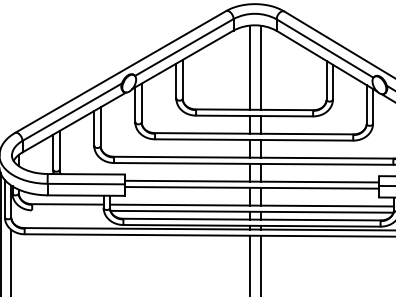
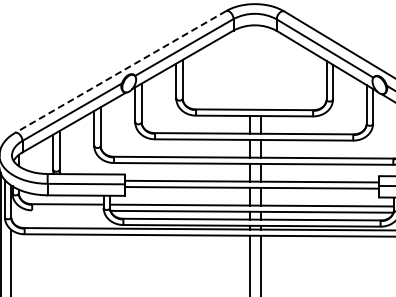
line at (250, 67): present -> none
line at (260, 67): present -> none
line at (120, 72): solid -> dashed
